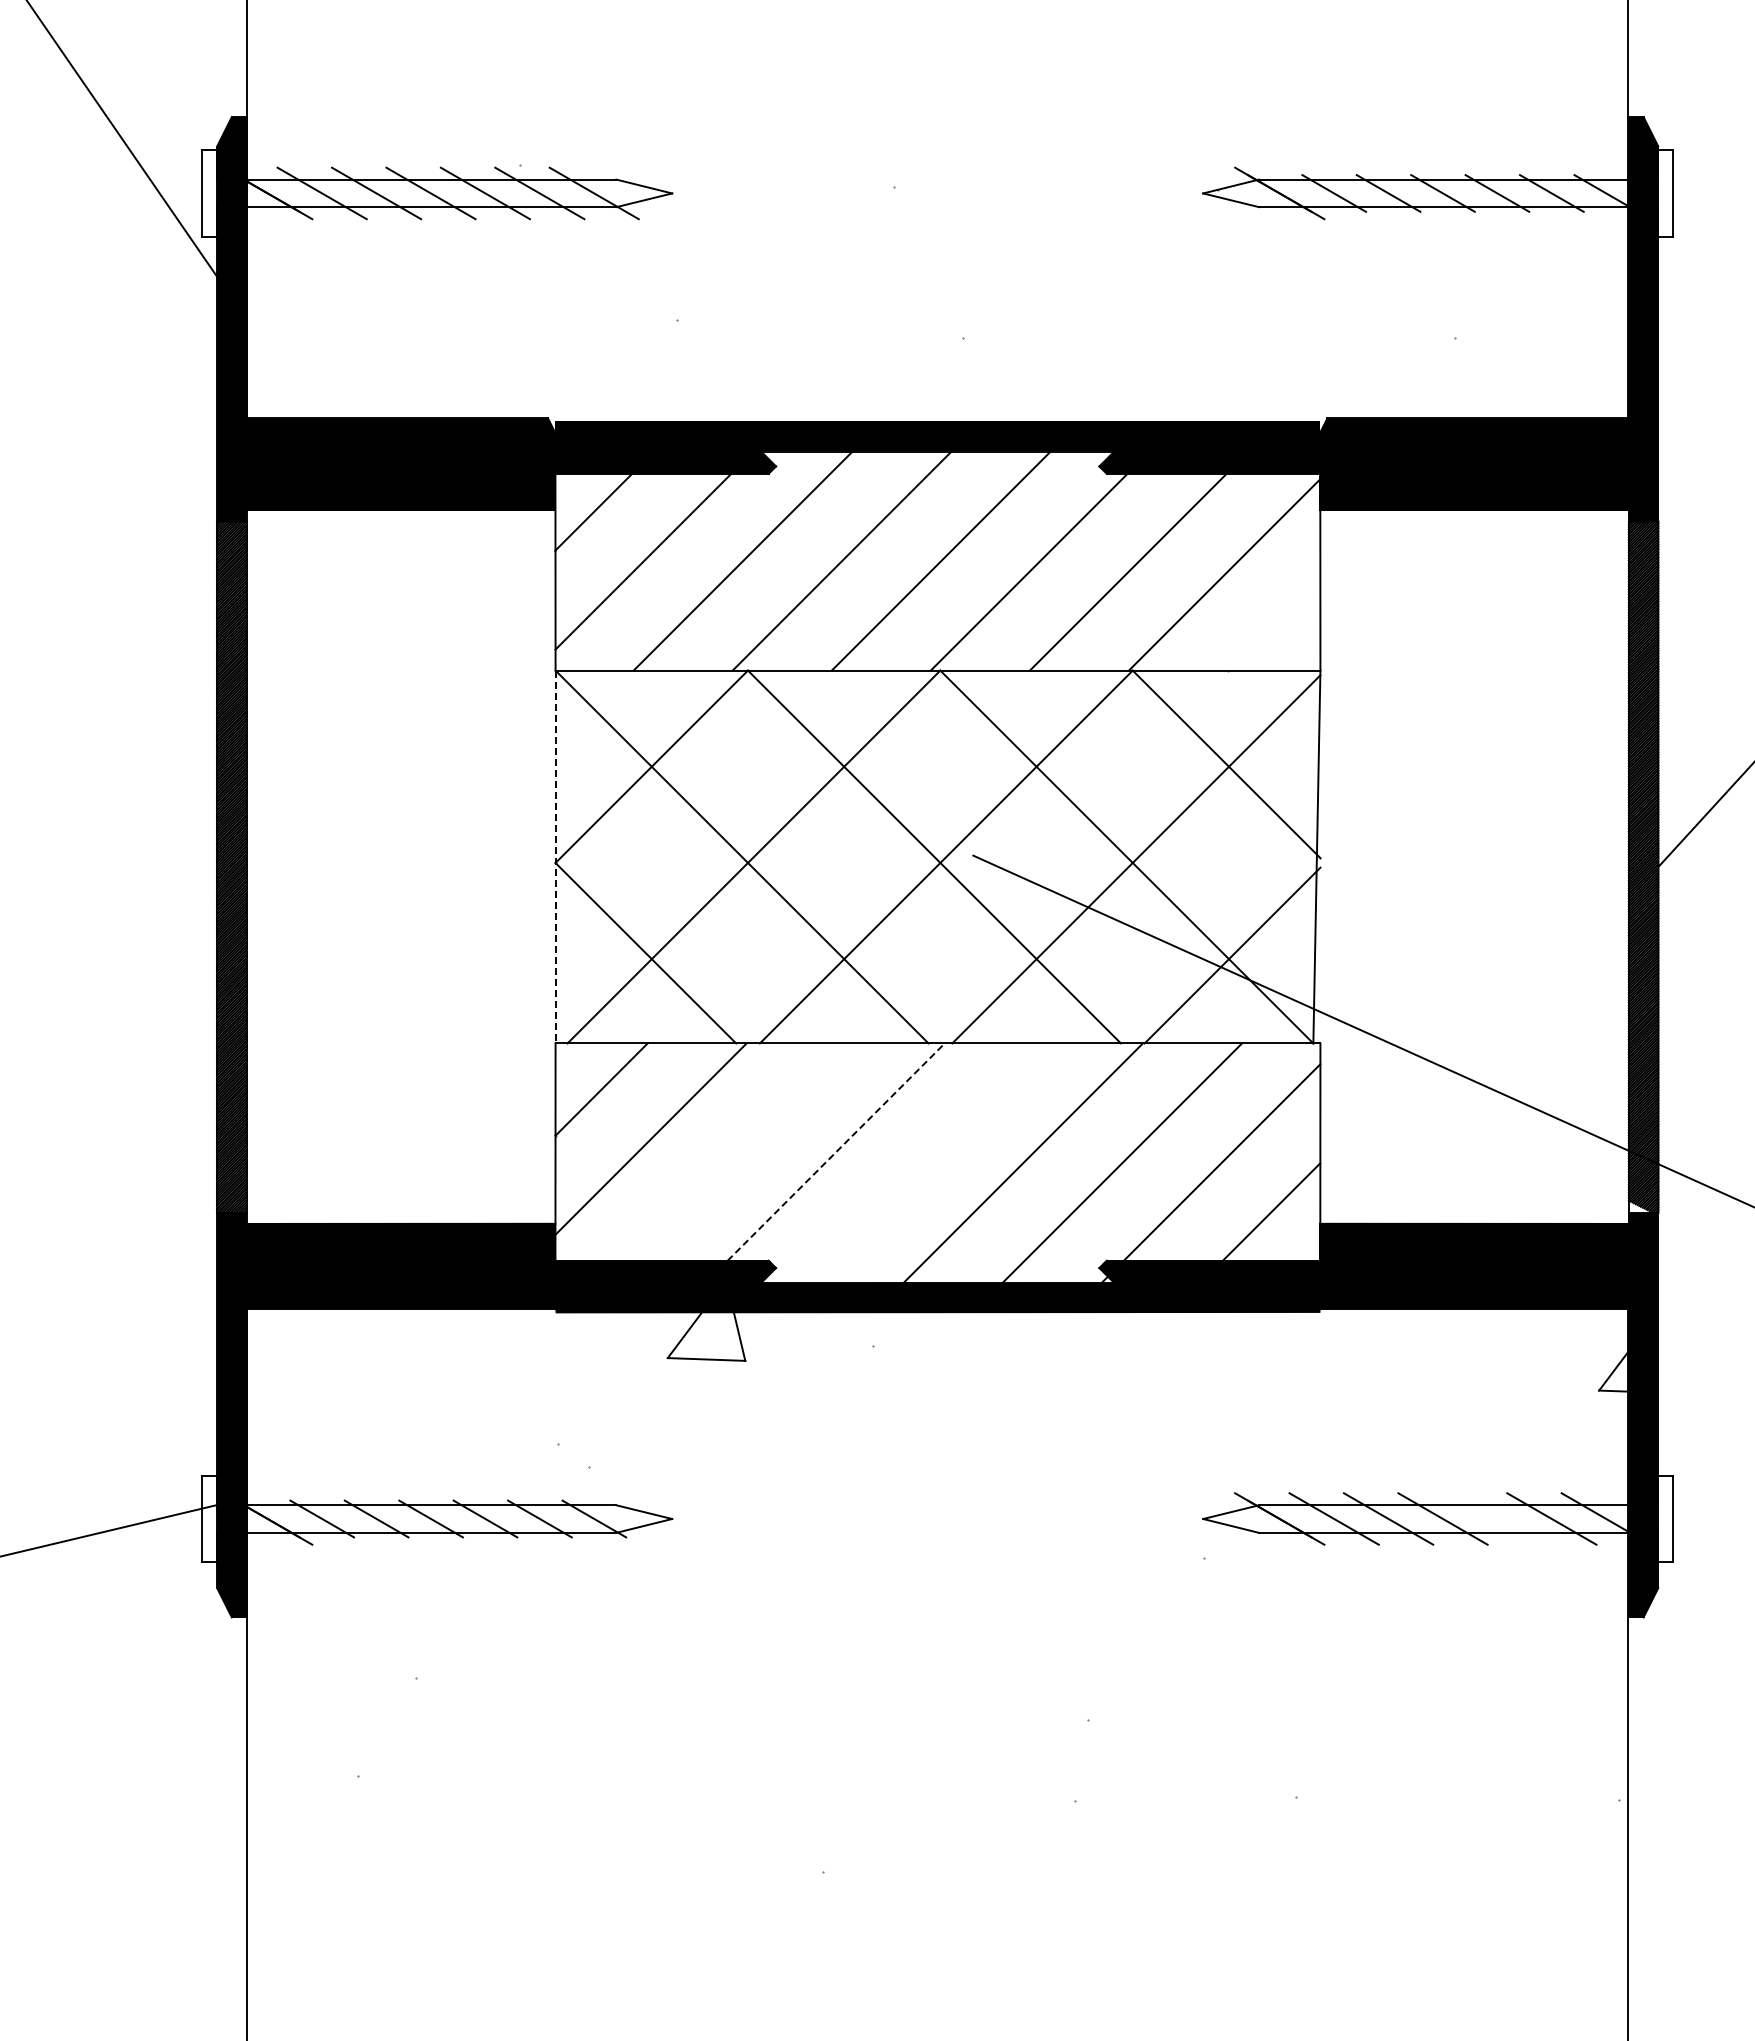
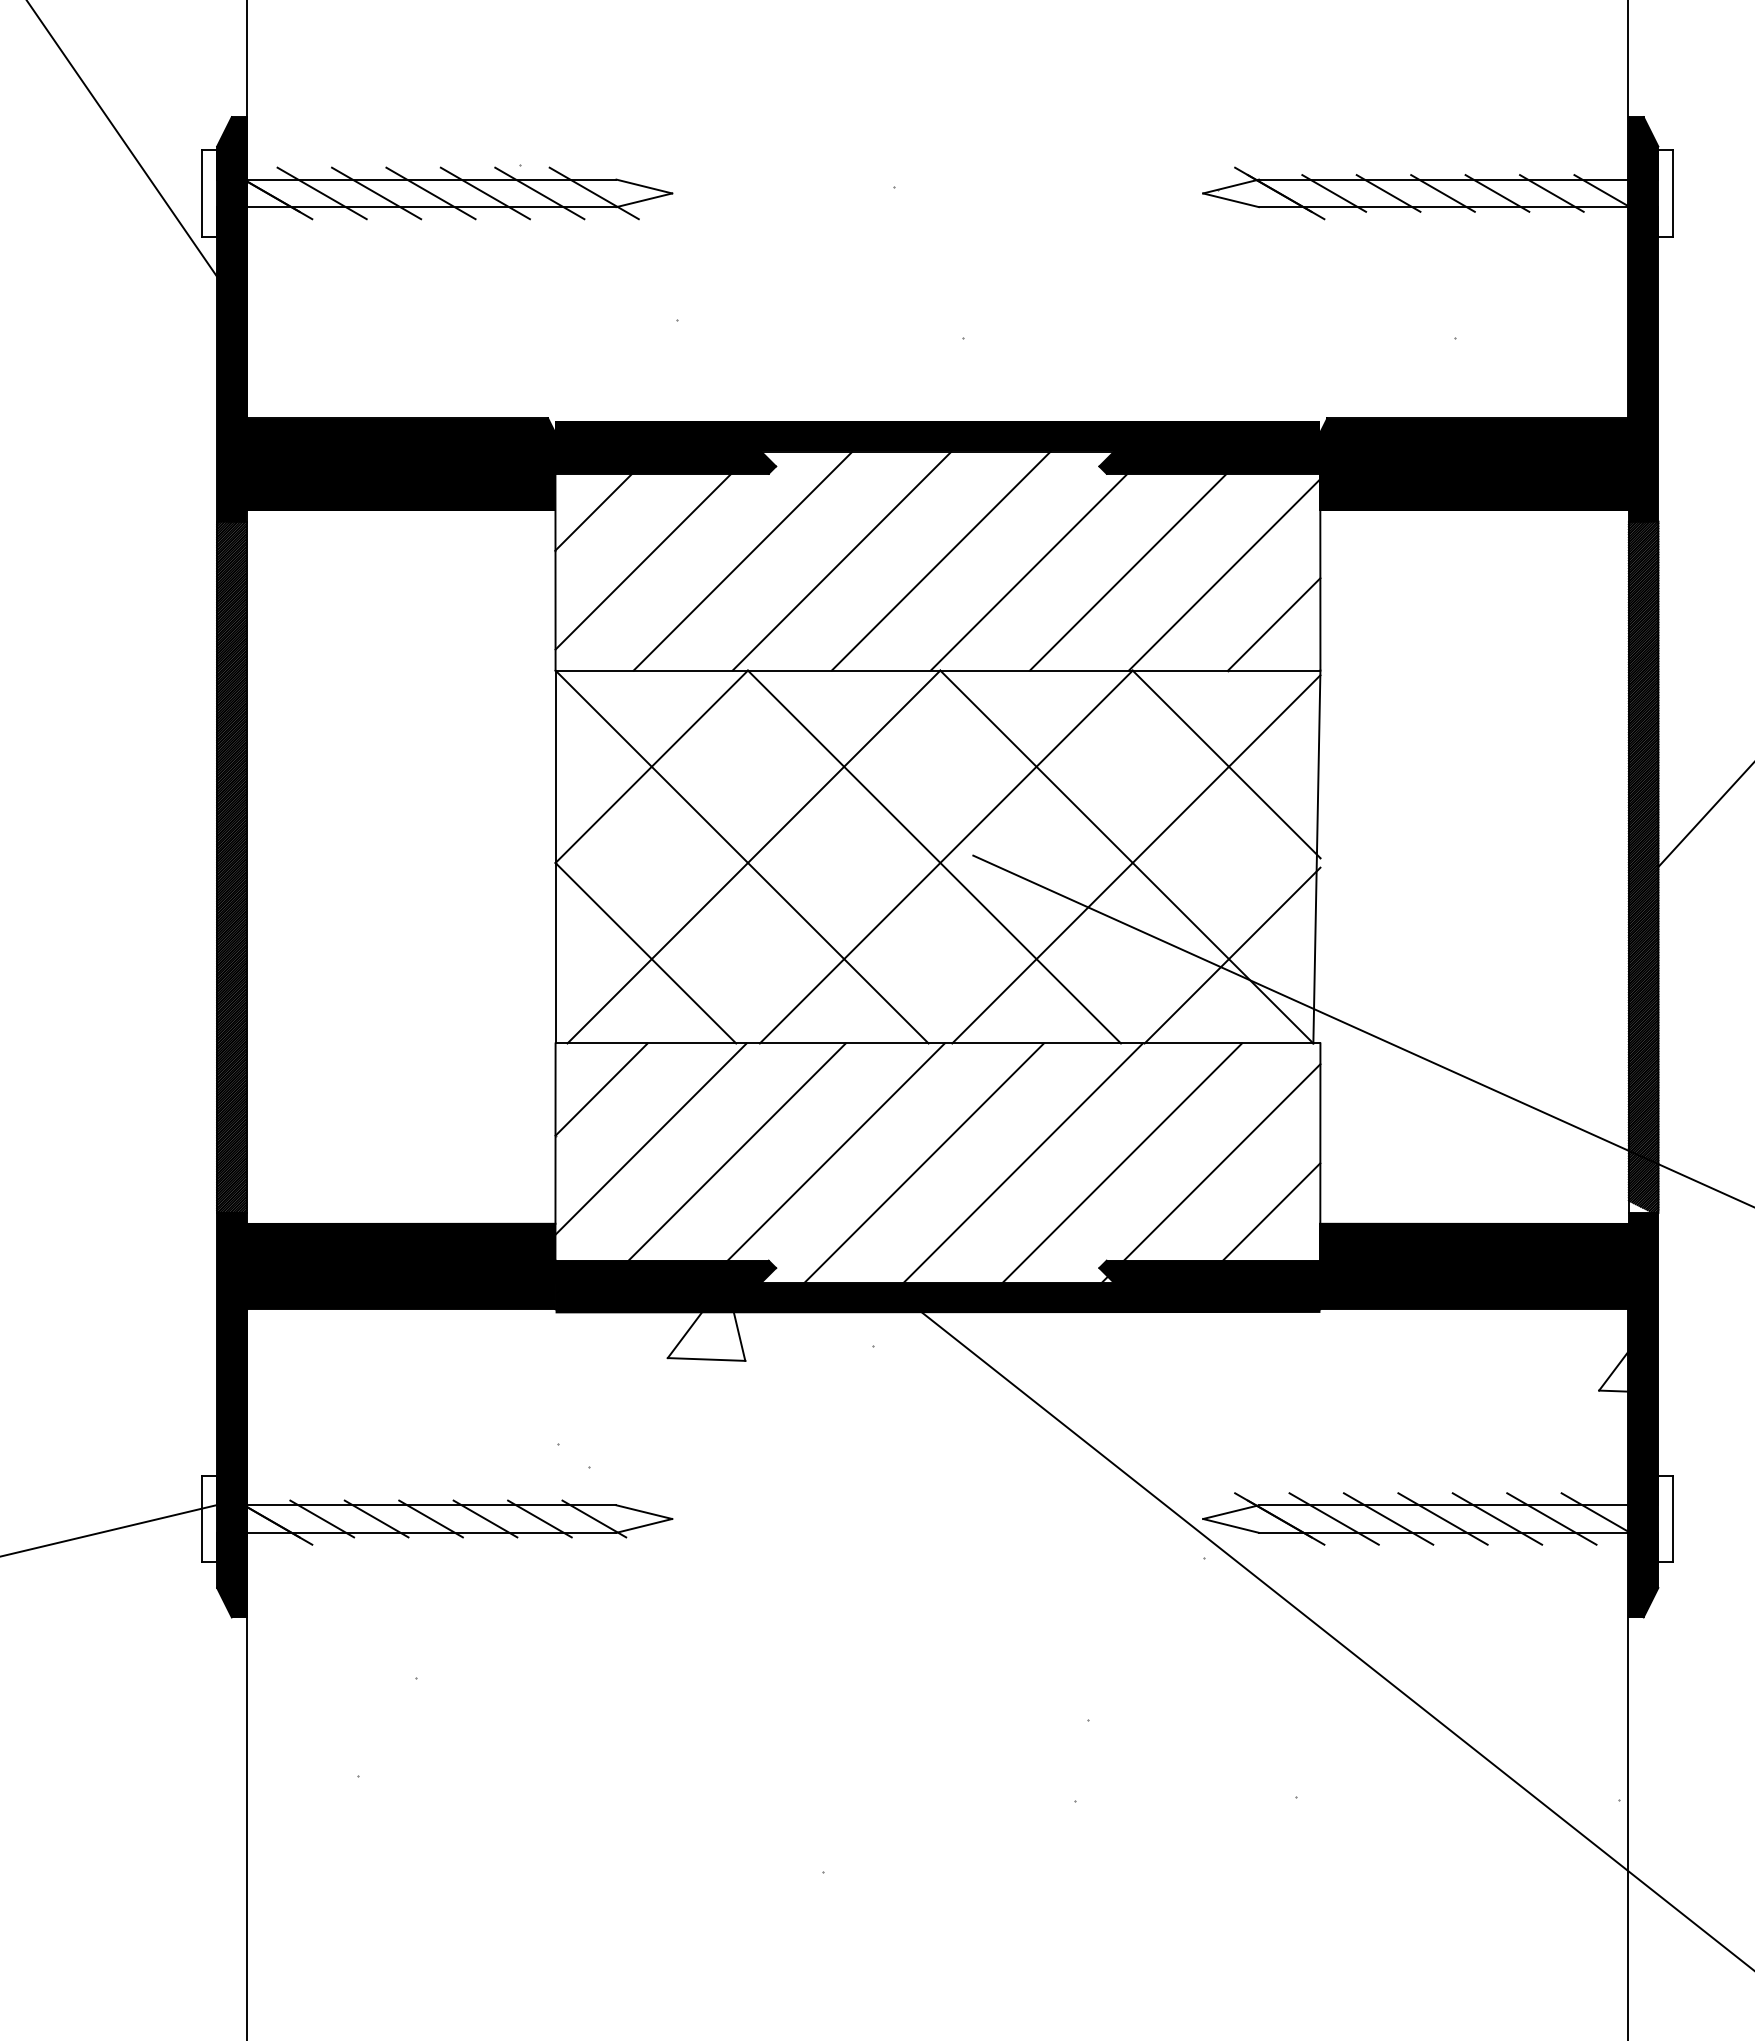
line at (1274, 624): none -> present
line at (555, 857): dashed -> solid
line at (736, 1151): none -> present
line at (836, 1152): dashed -> solid
line at (923, 1162): none -> present
line at (1497, 1518): none -> present
line at (1334, 1638): none -> present
